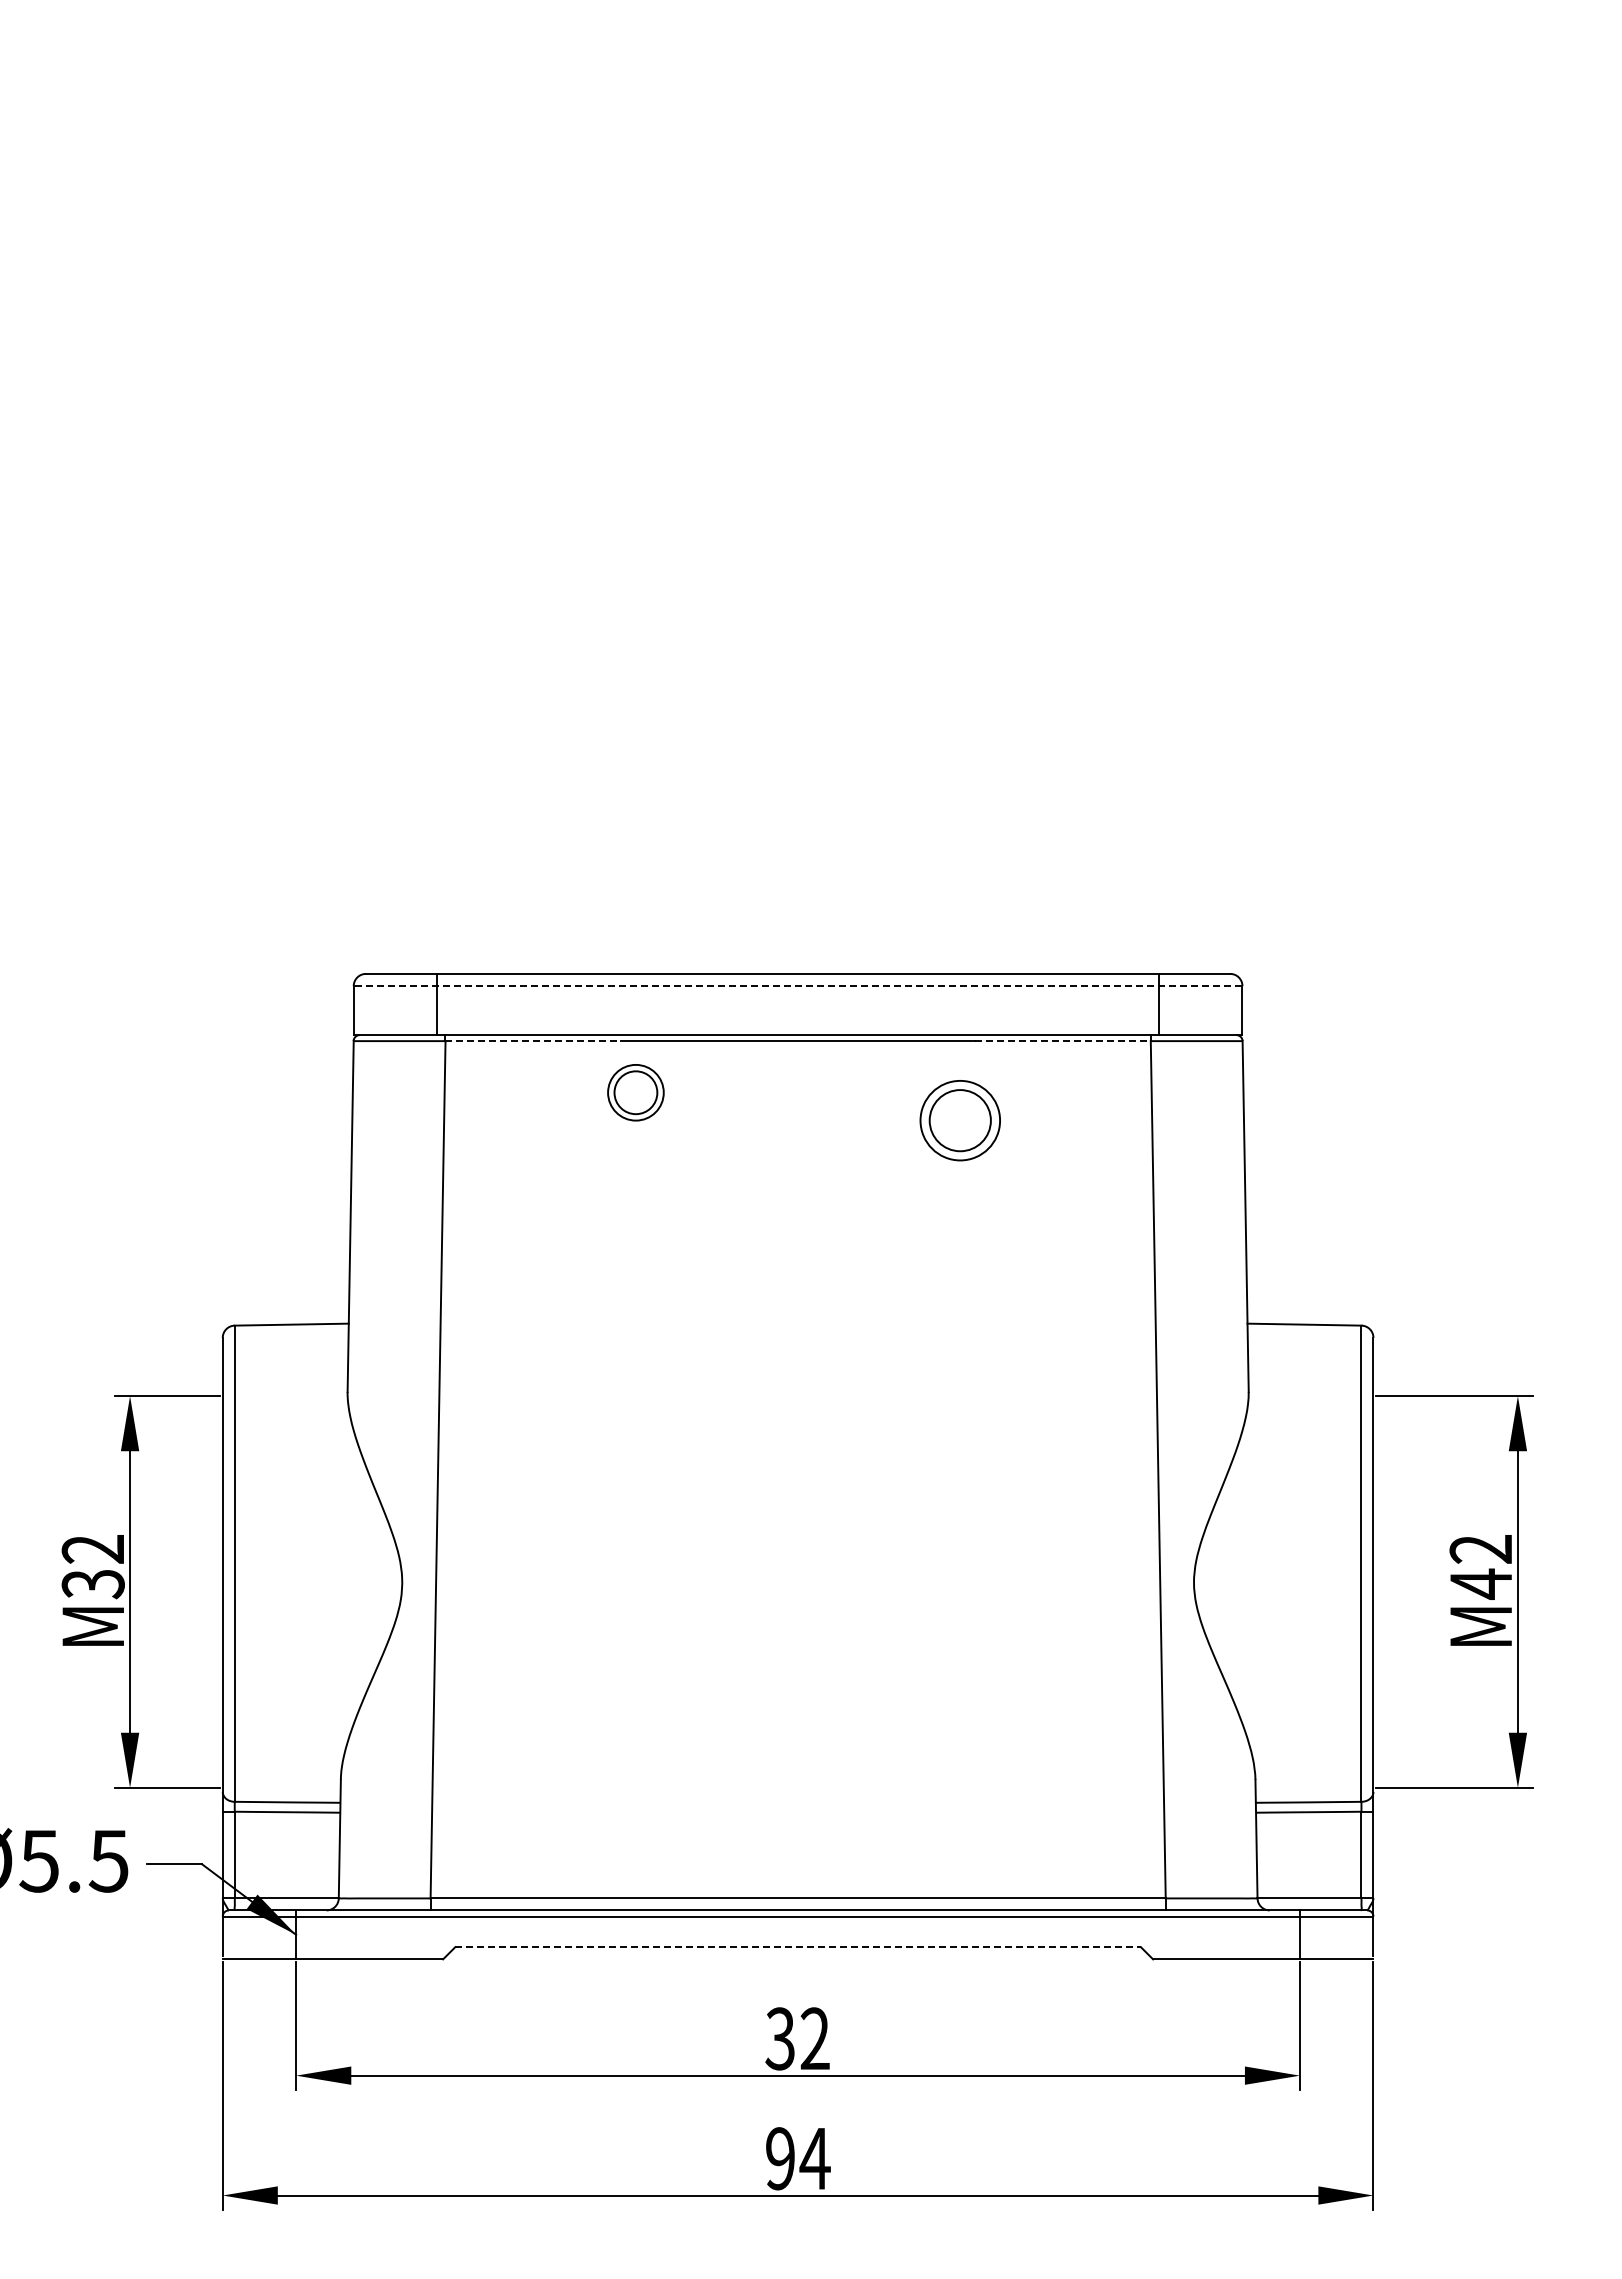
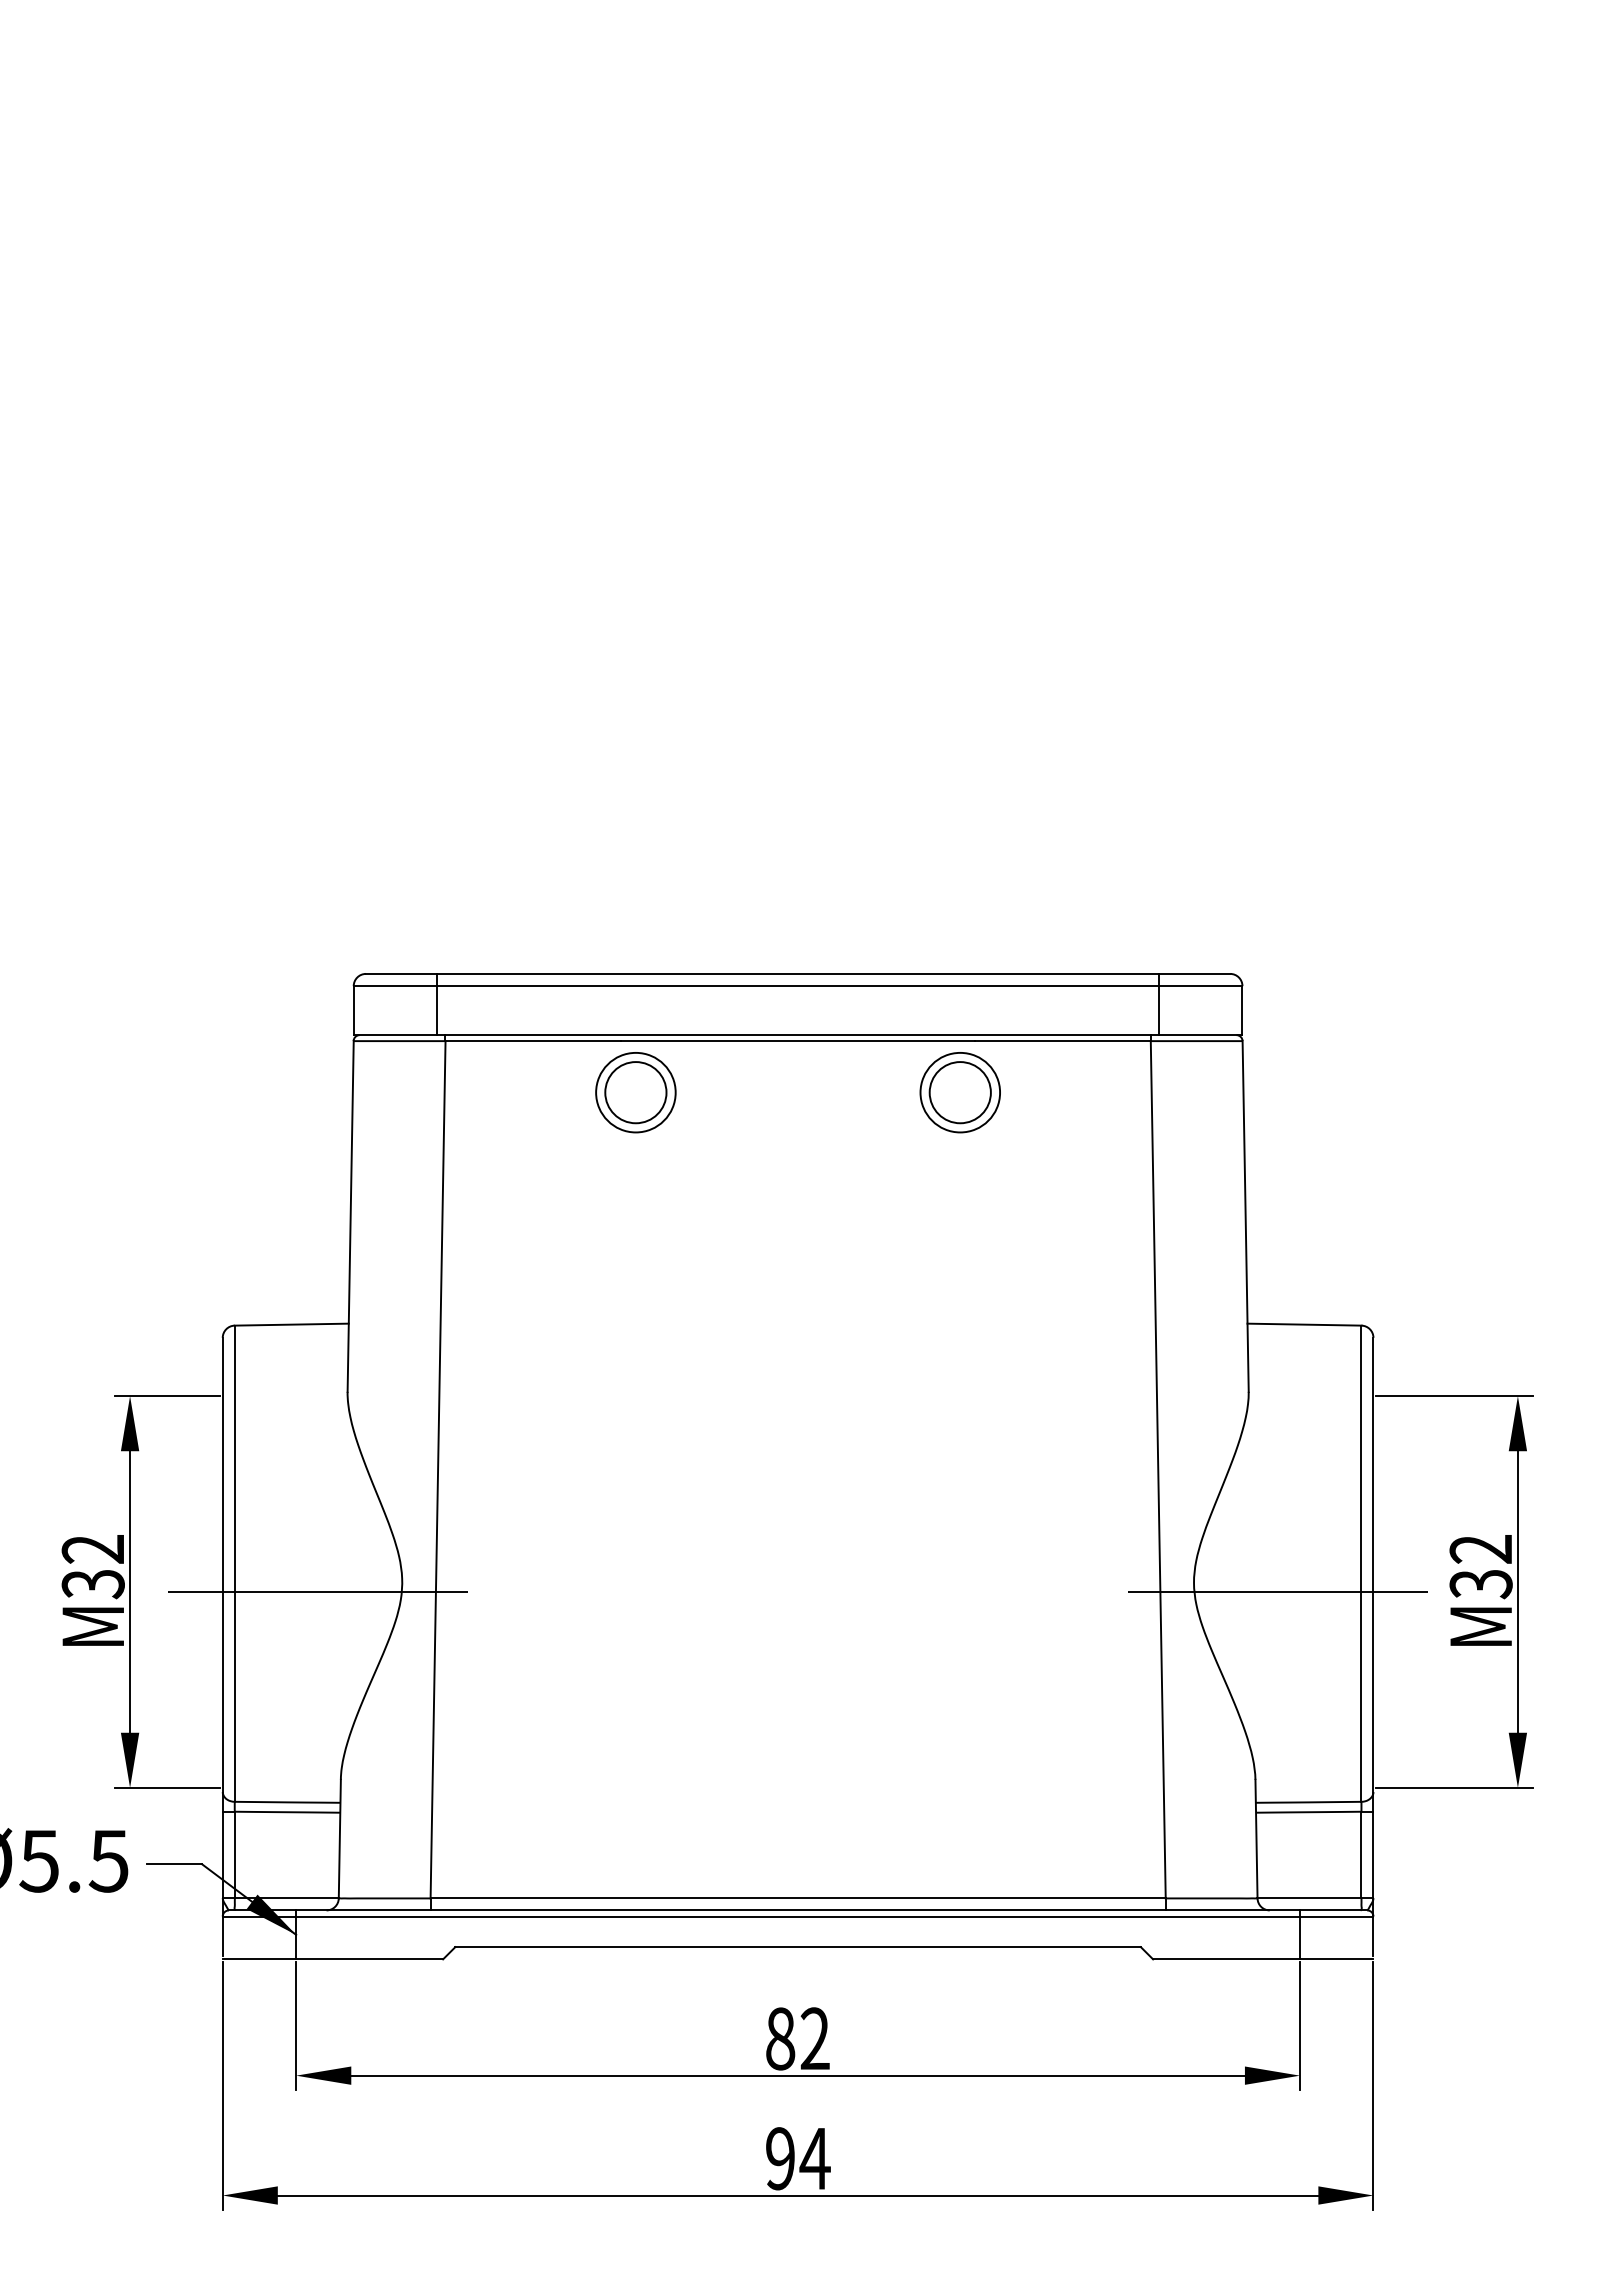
line at (797, 986): dashed -> solid
line at (533, 1041): dashed -> solid
line at (1063, 1041): dashed -> solid
part at (635, 1092) size: 58x58 px -> 82x82 px
part at (959, 1120) position: (959, 1120) -> (959, 1092)
text at (1480, 1583): M42 -> M32
line at (317, 1592): none -> present
line at (1277, 1592): none -> present
line at (798, 1947): dashed -> solid
text at (780, 2038): 32 -> 82
